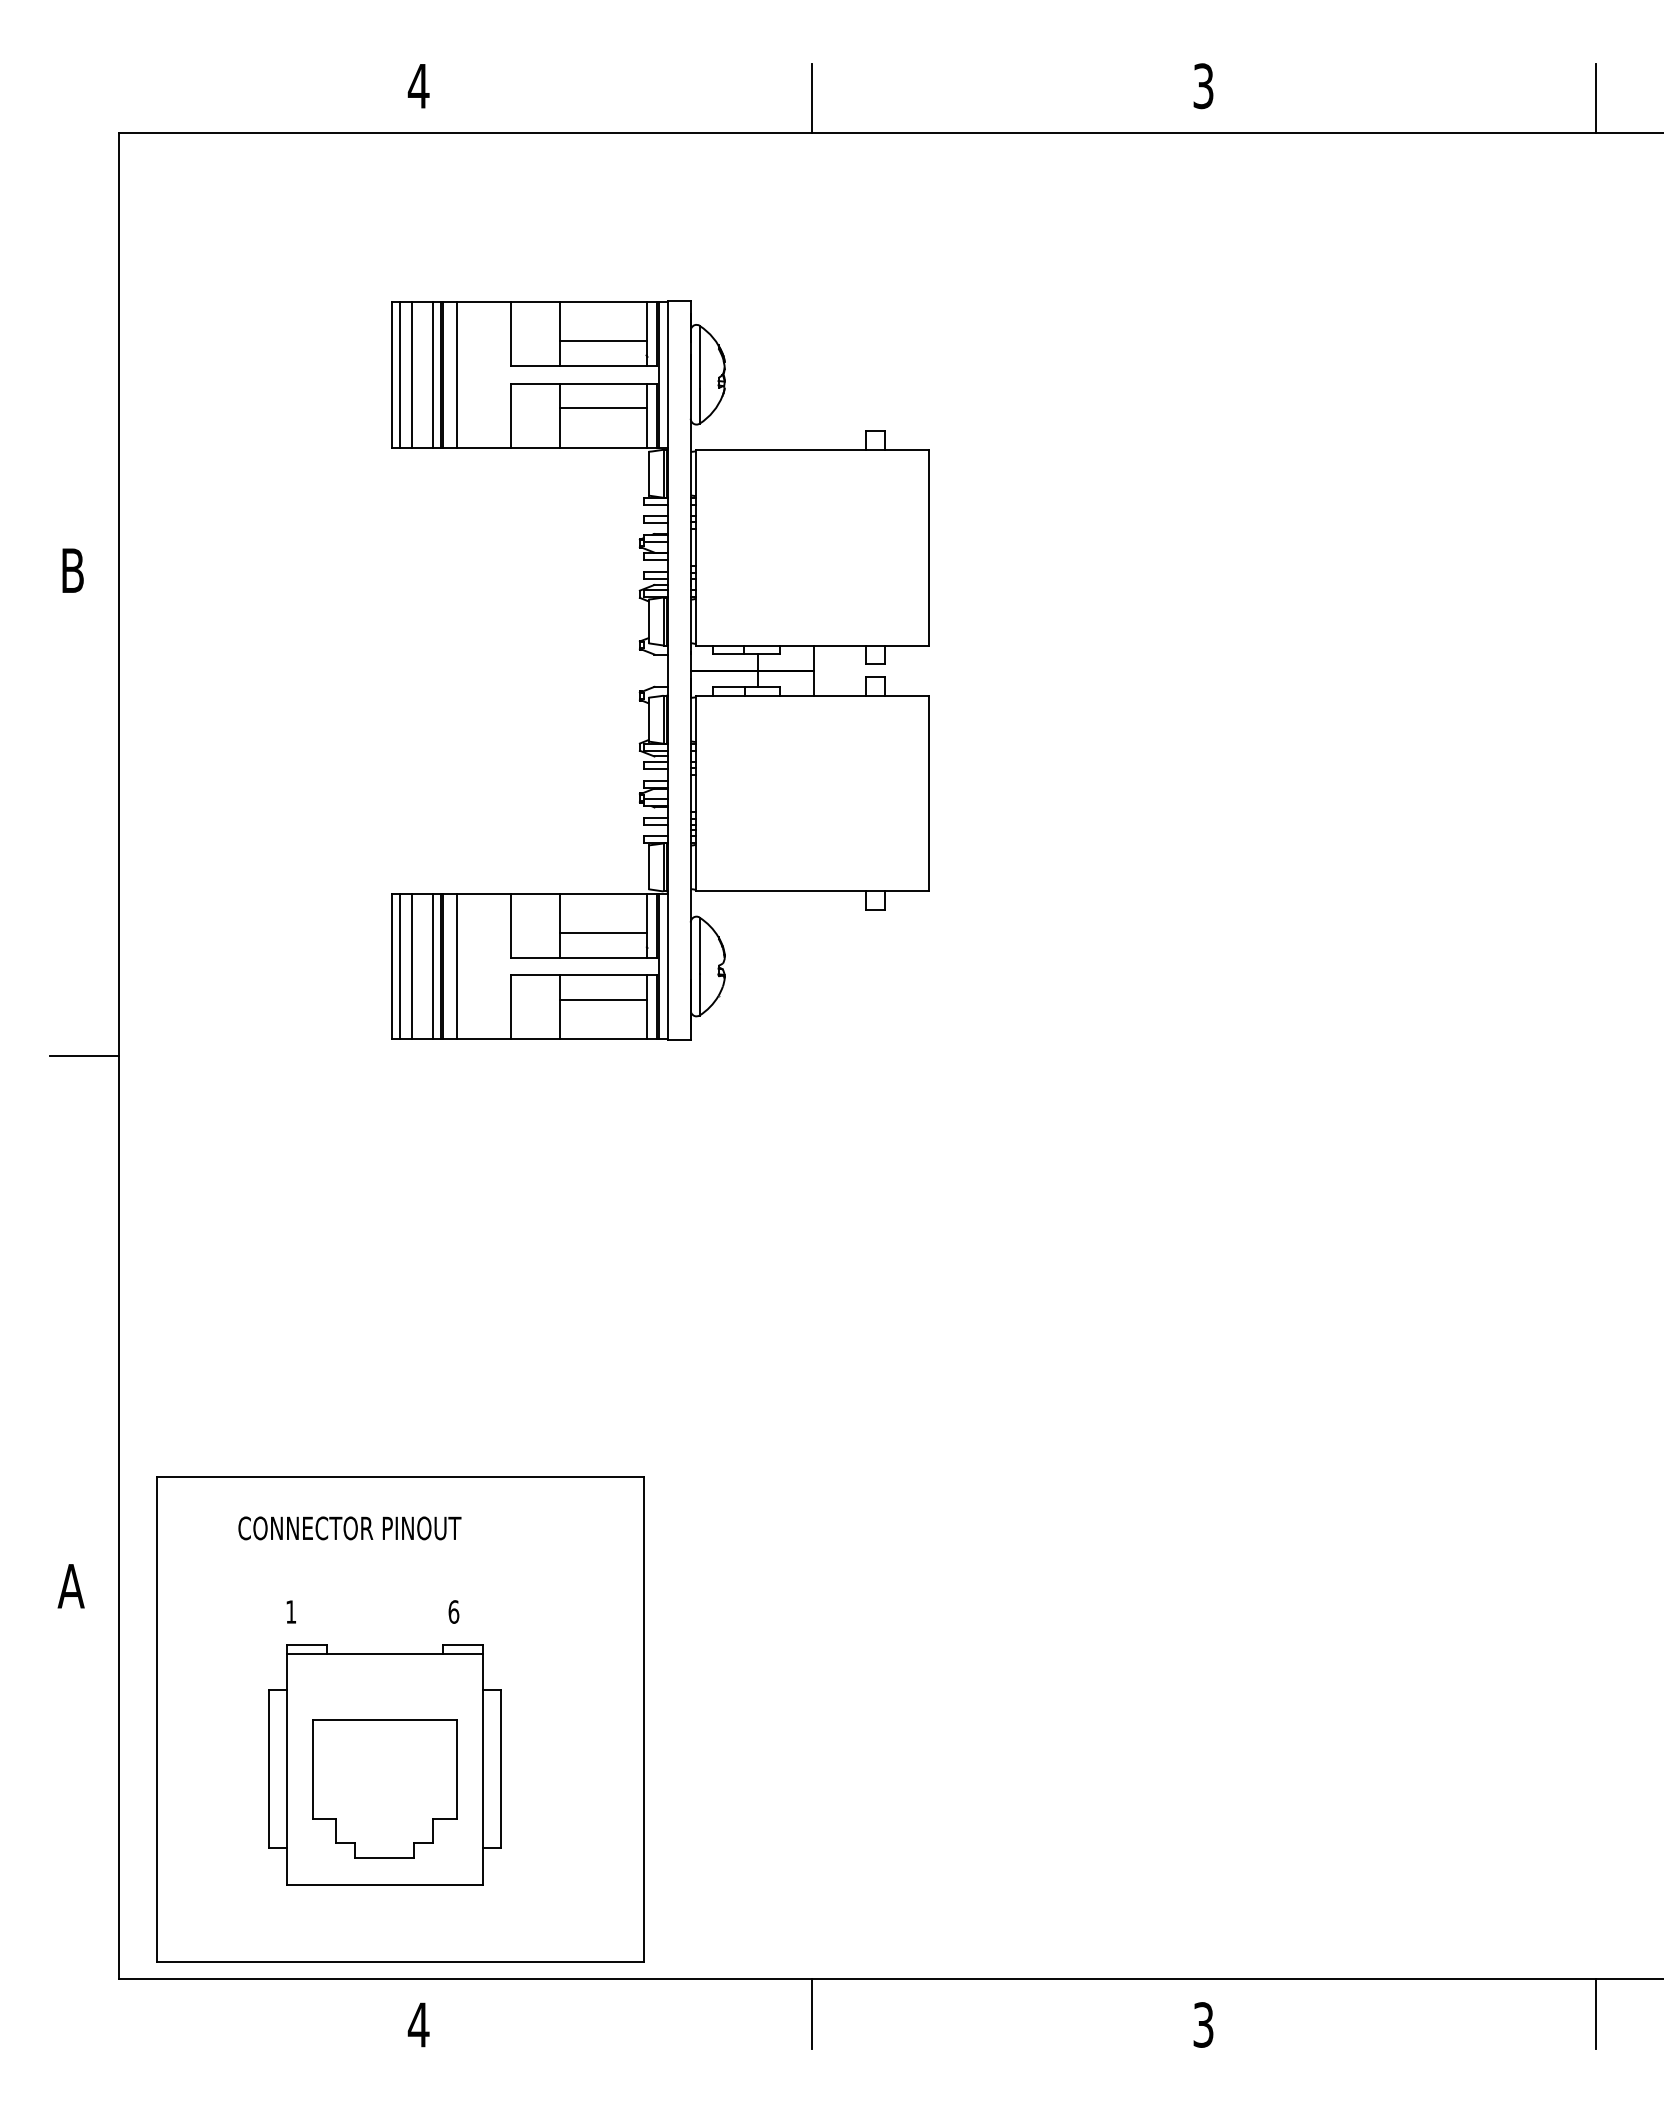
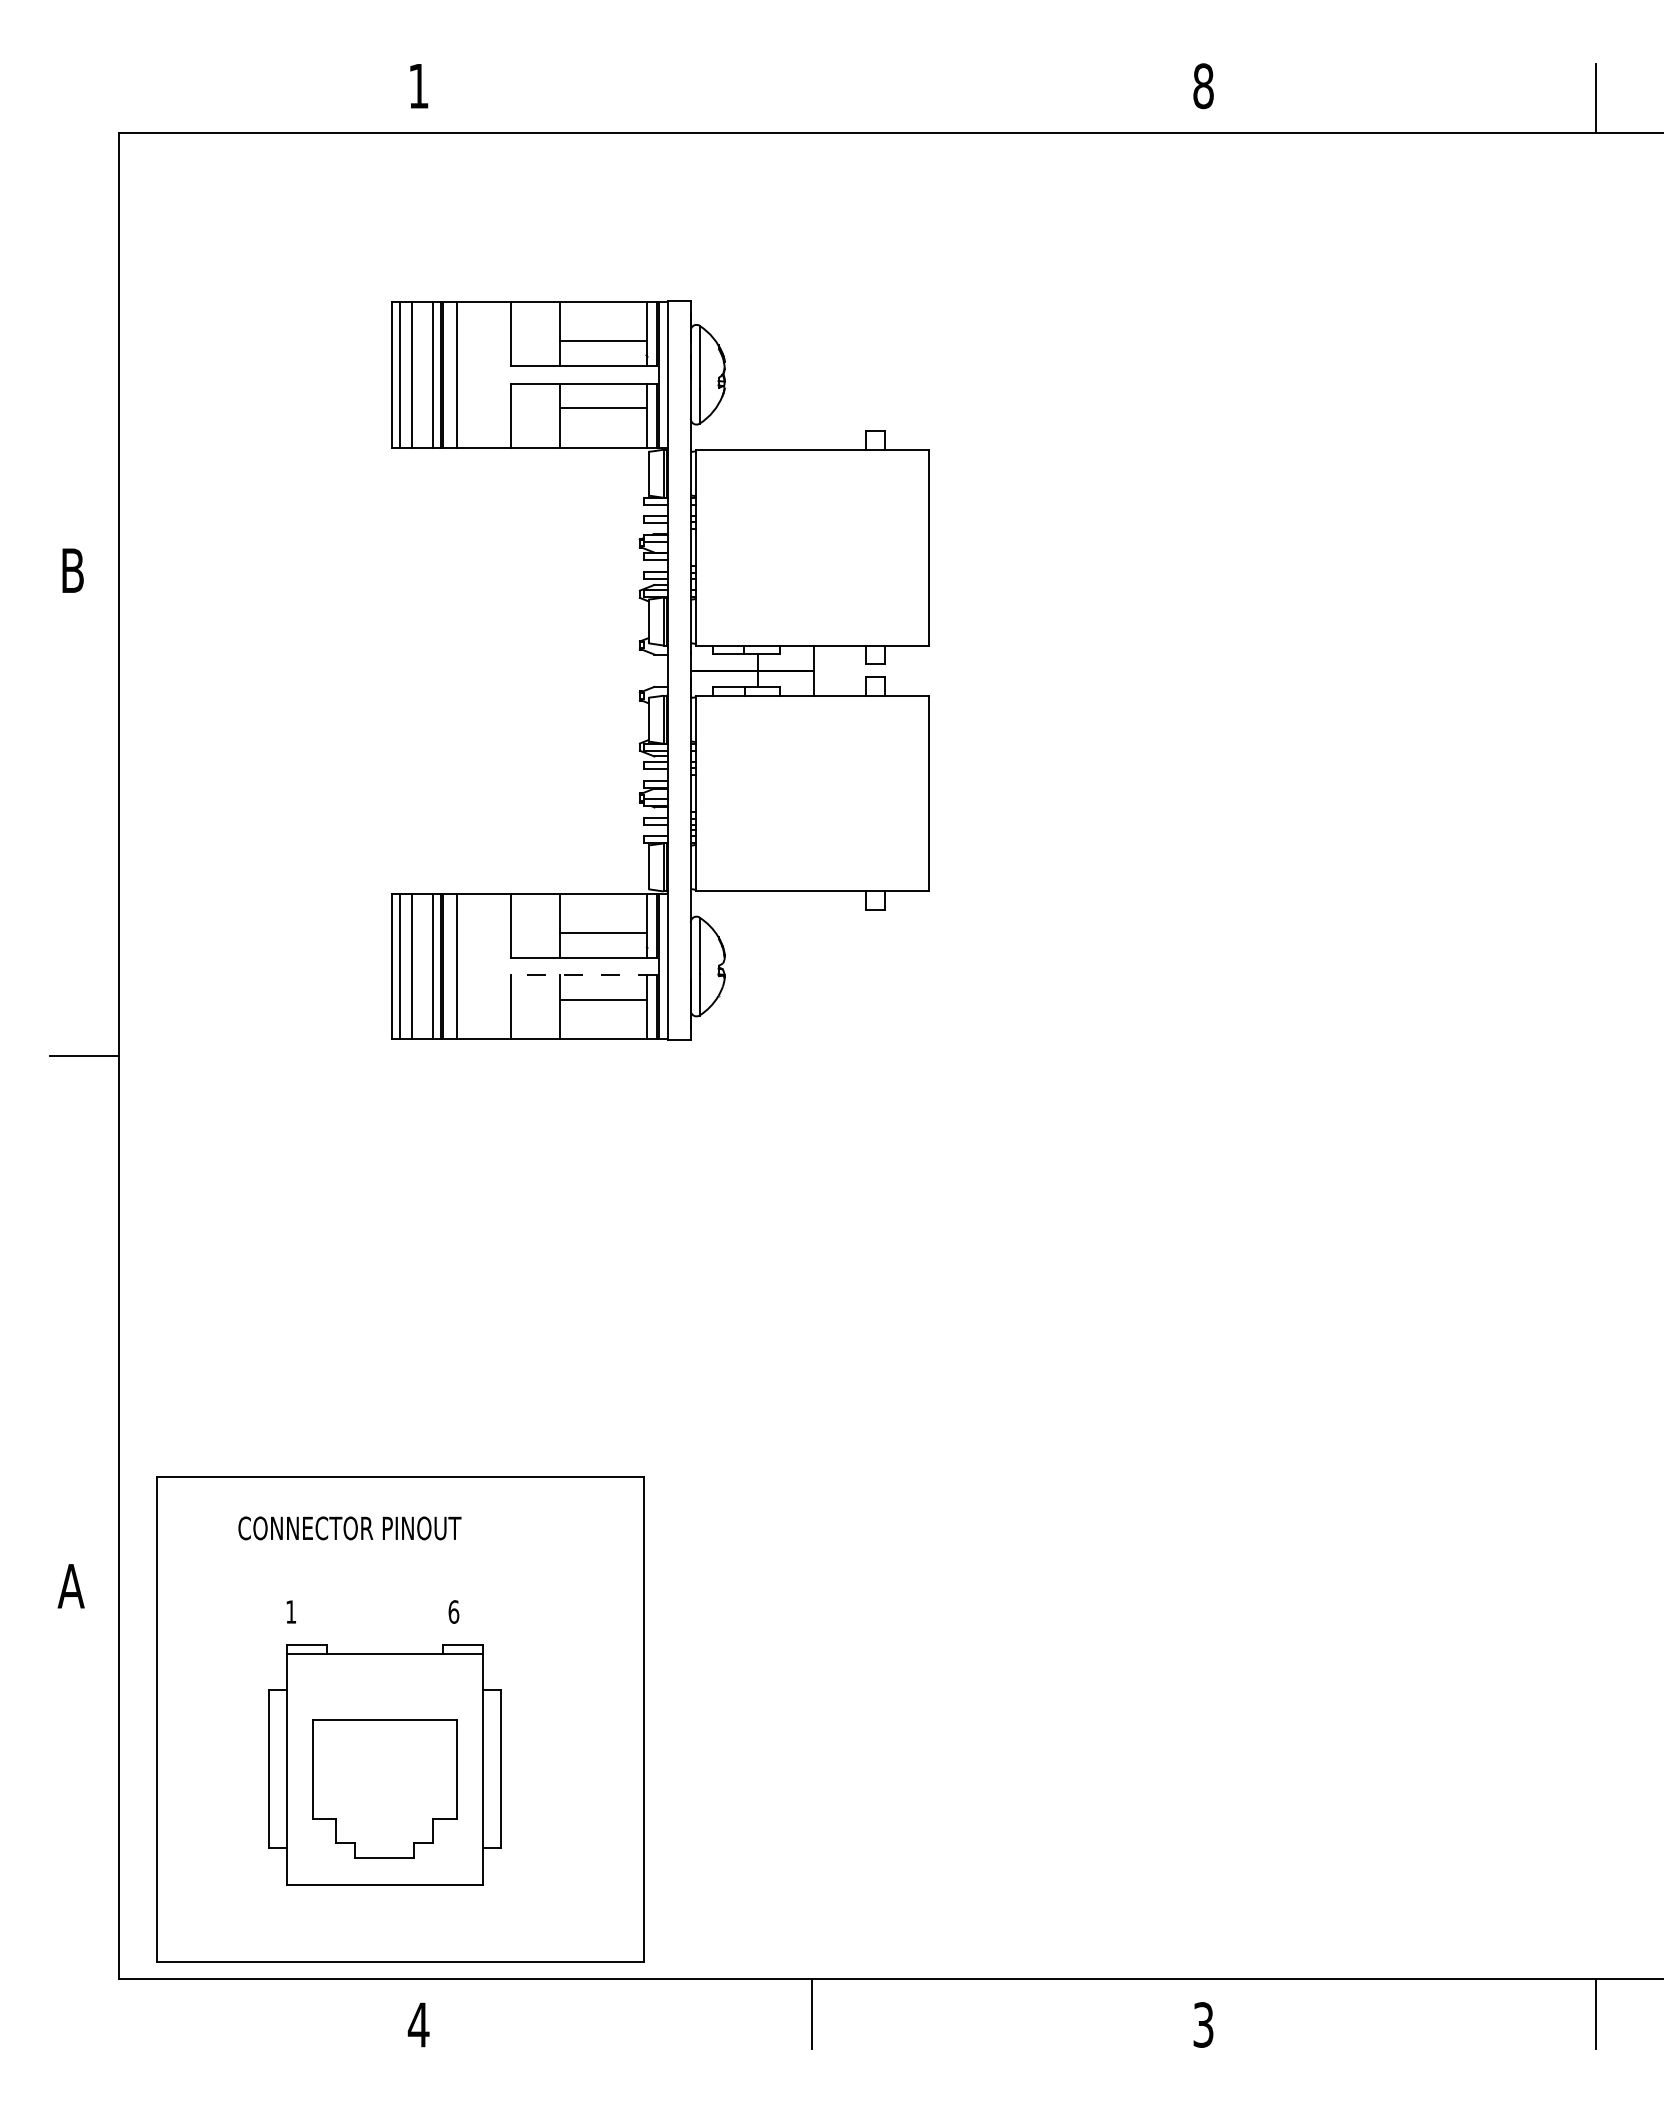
text at (418, 86): 4 -> 1
text at (1203, 86): 3 -> 8
line at (811, 97): present -> none
line at (583, 975): solid -> dashed
